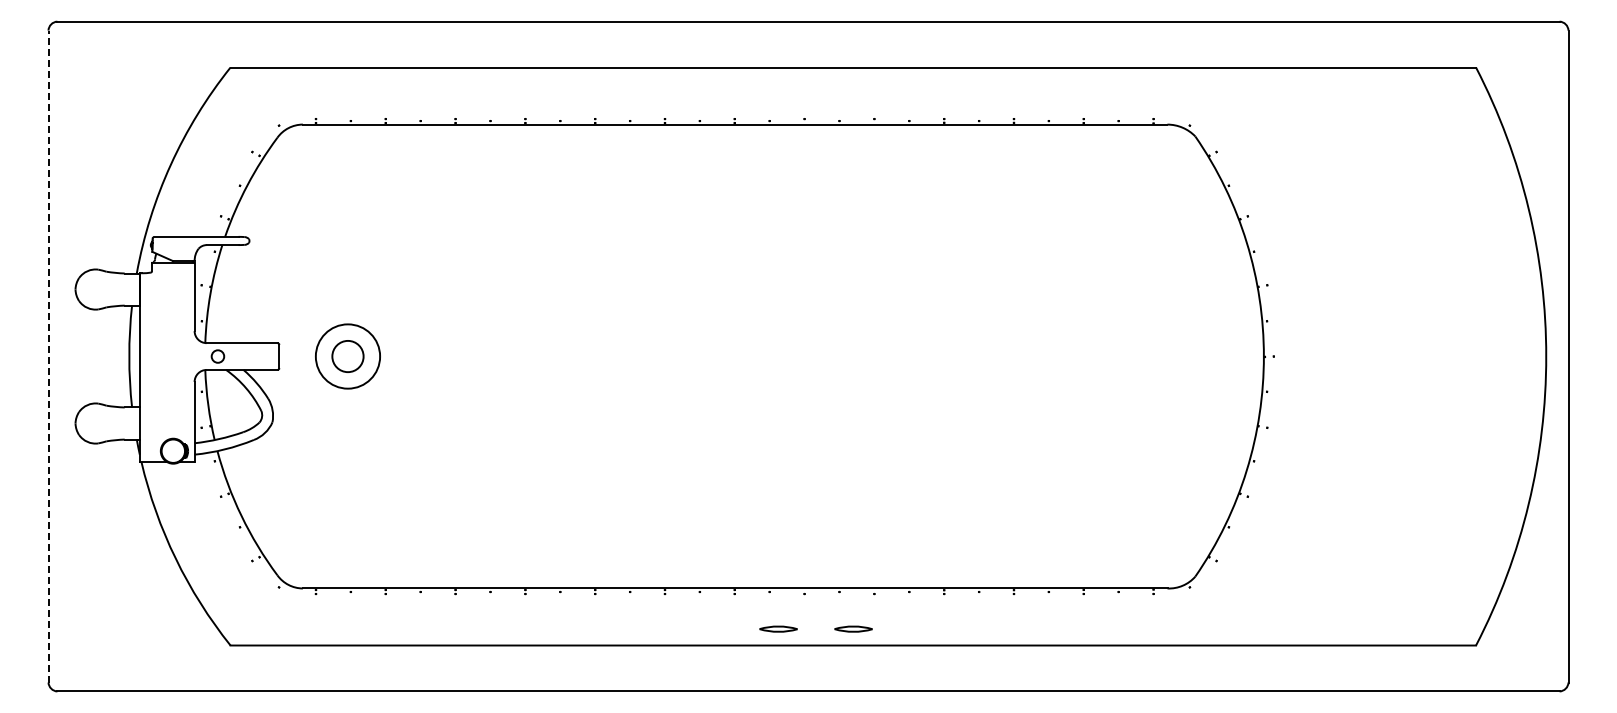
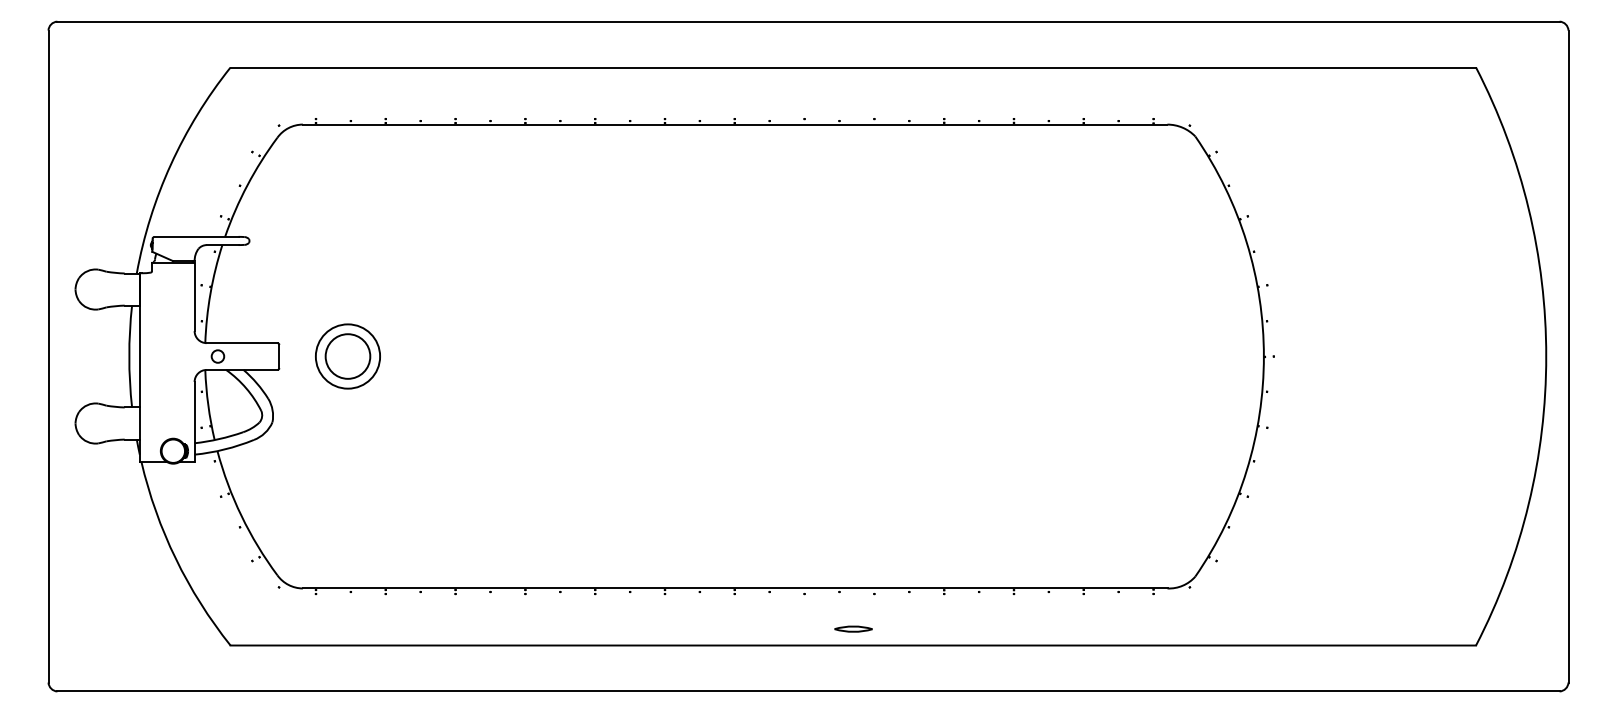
line at (48, 356): dashed -> solid
circle at (347, 356) diameter: 31 px -> 45 px
part at (778, 628): present -> none
